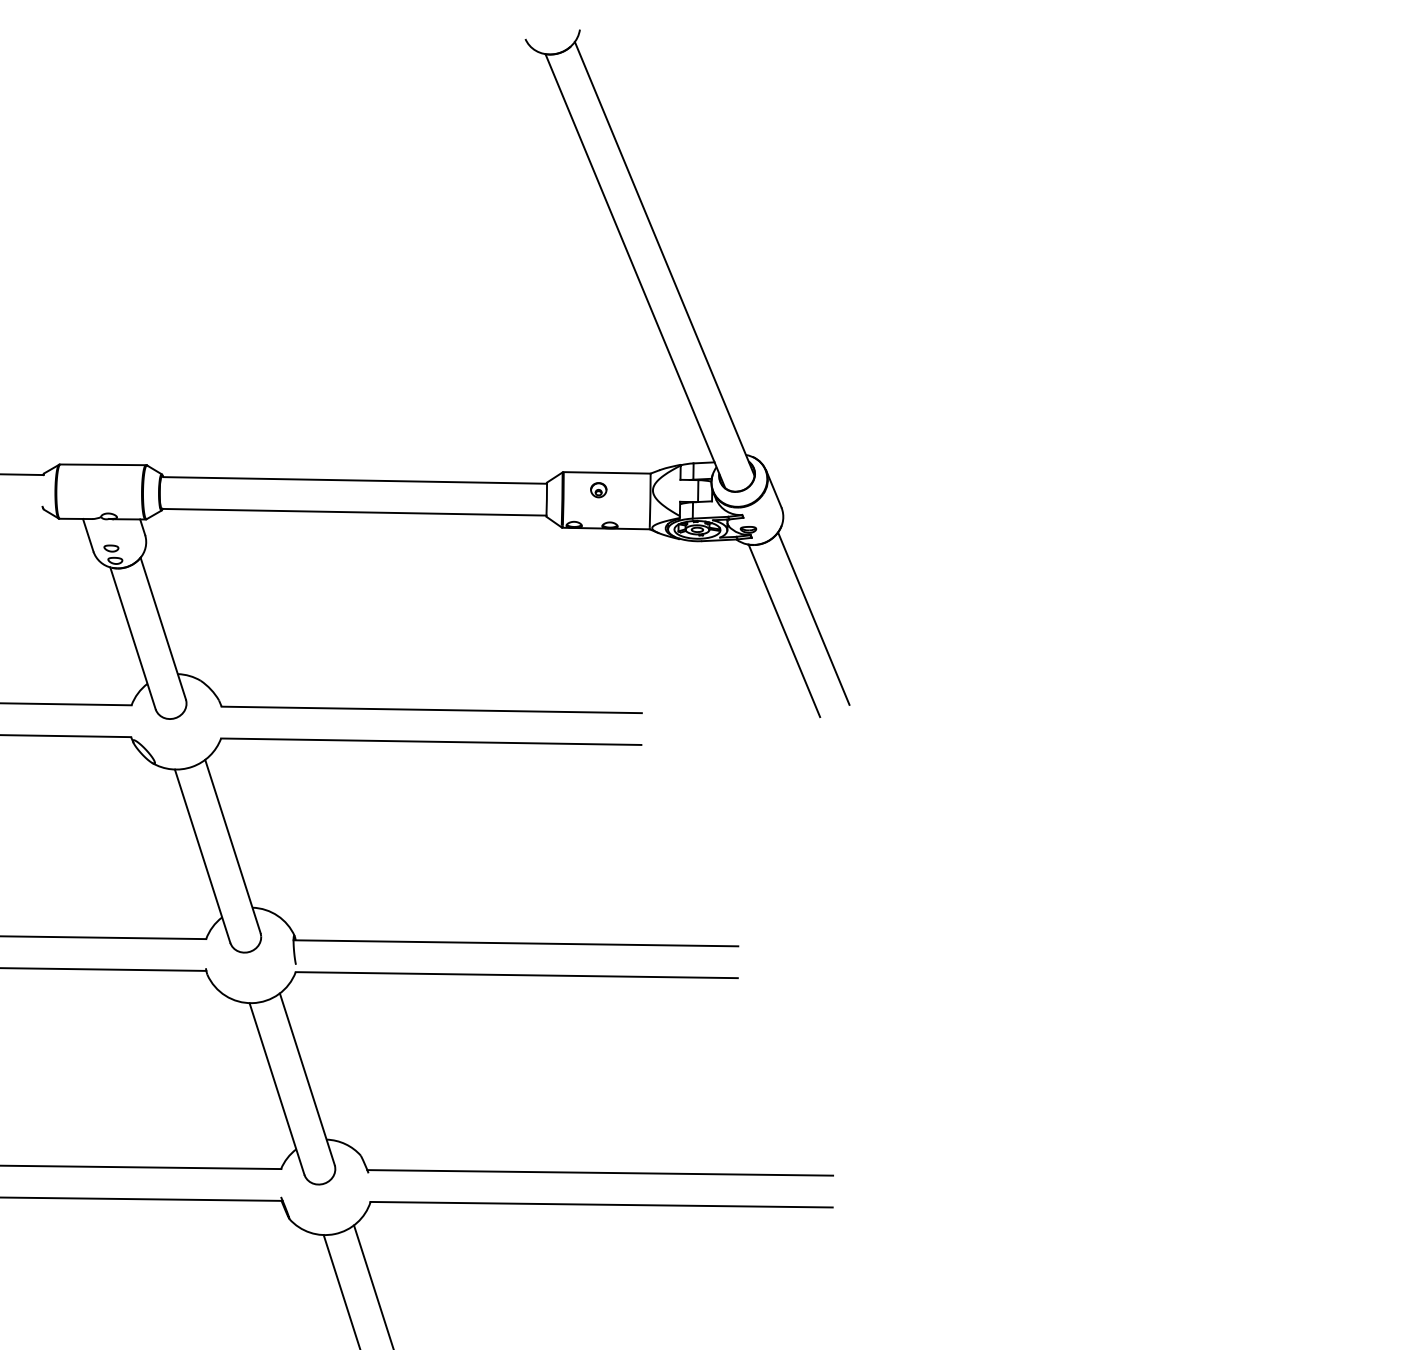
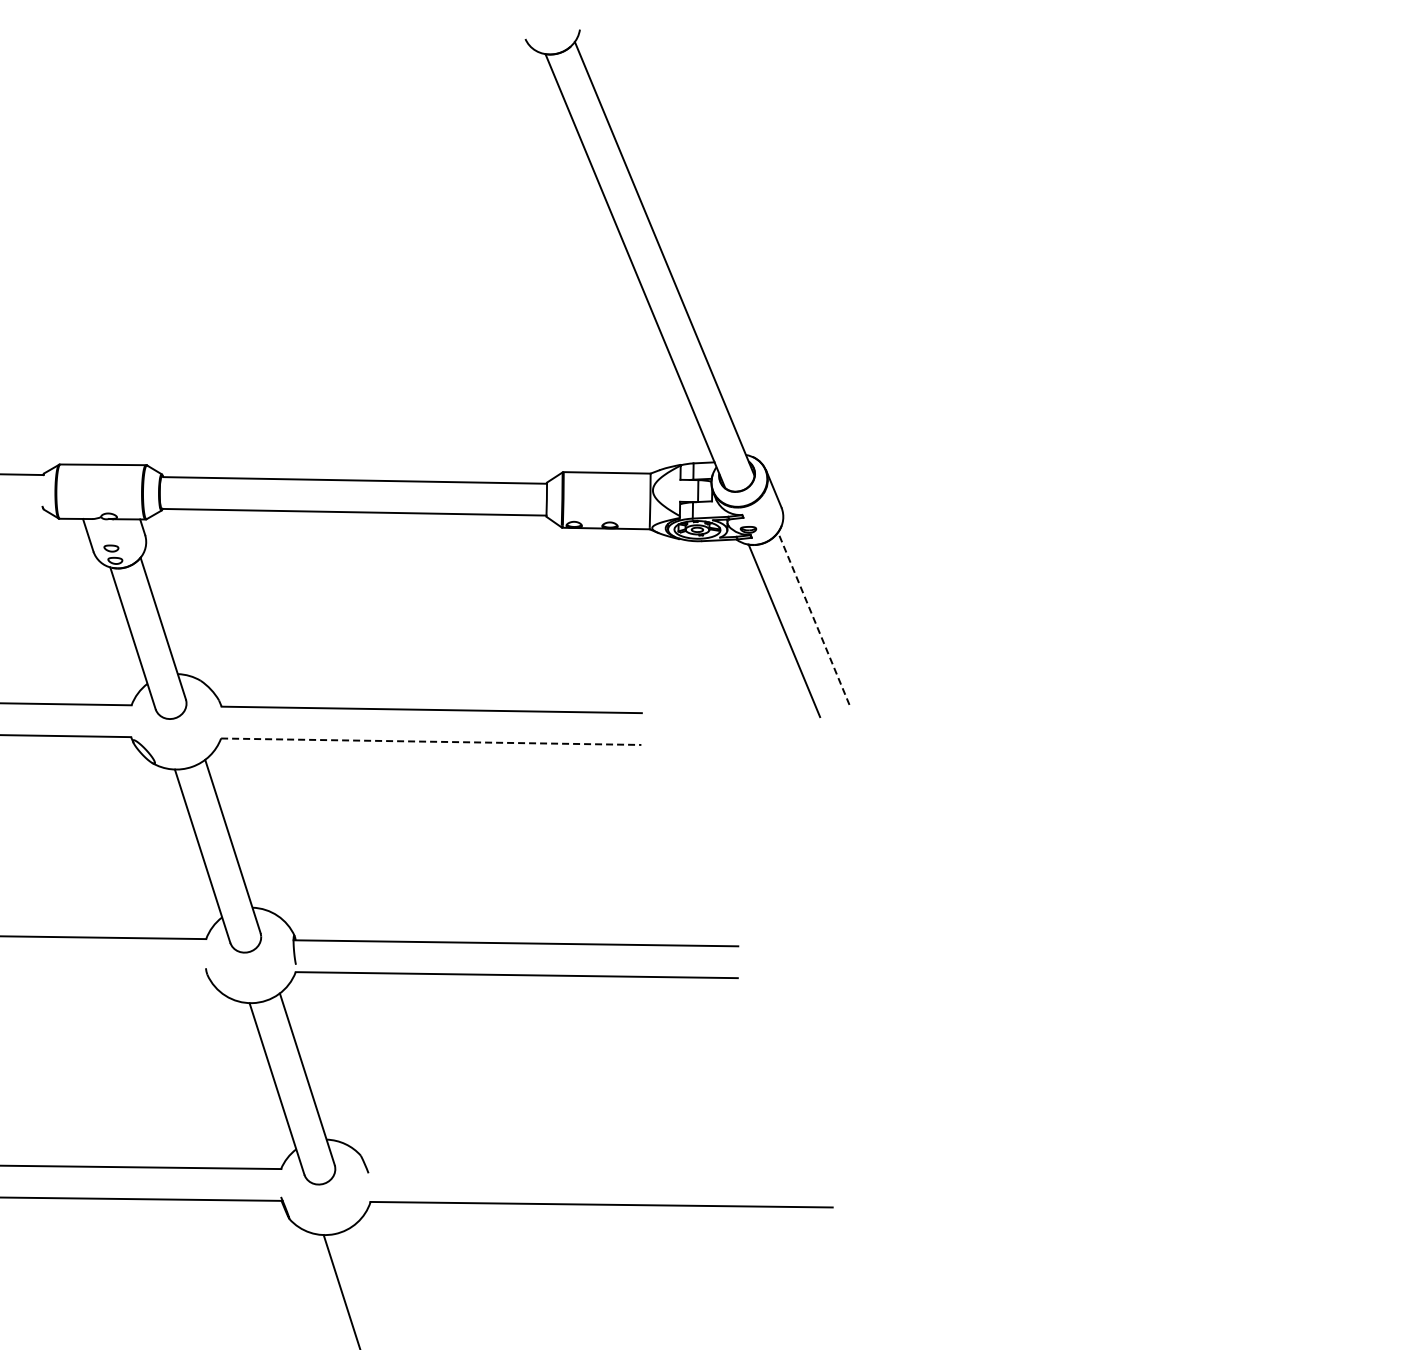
part at (598, 490): present -> none
line at (813, 618): solid -> dashed
line at (431, 741): solid -> dashed
line at (104, 969): present -> none
line at (600, 1172): present -> none
line at (373, 1285): present -> none
